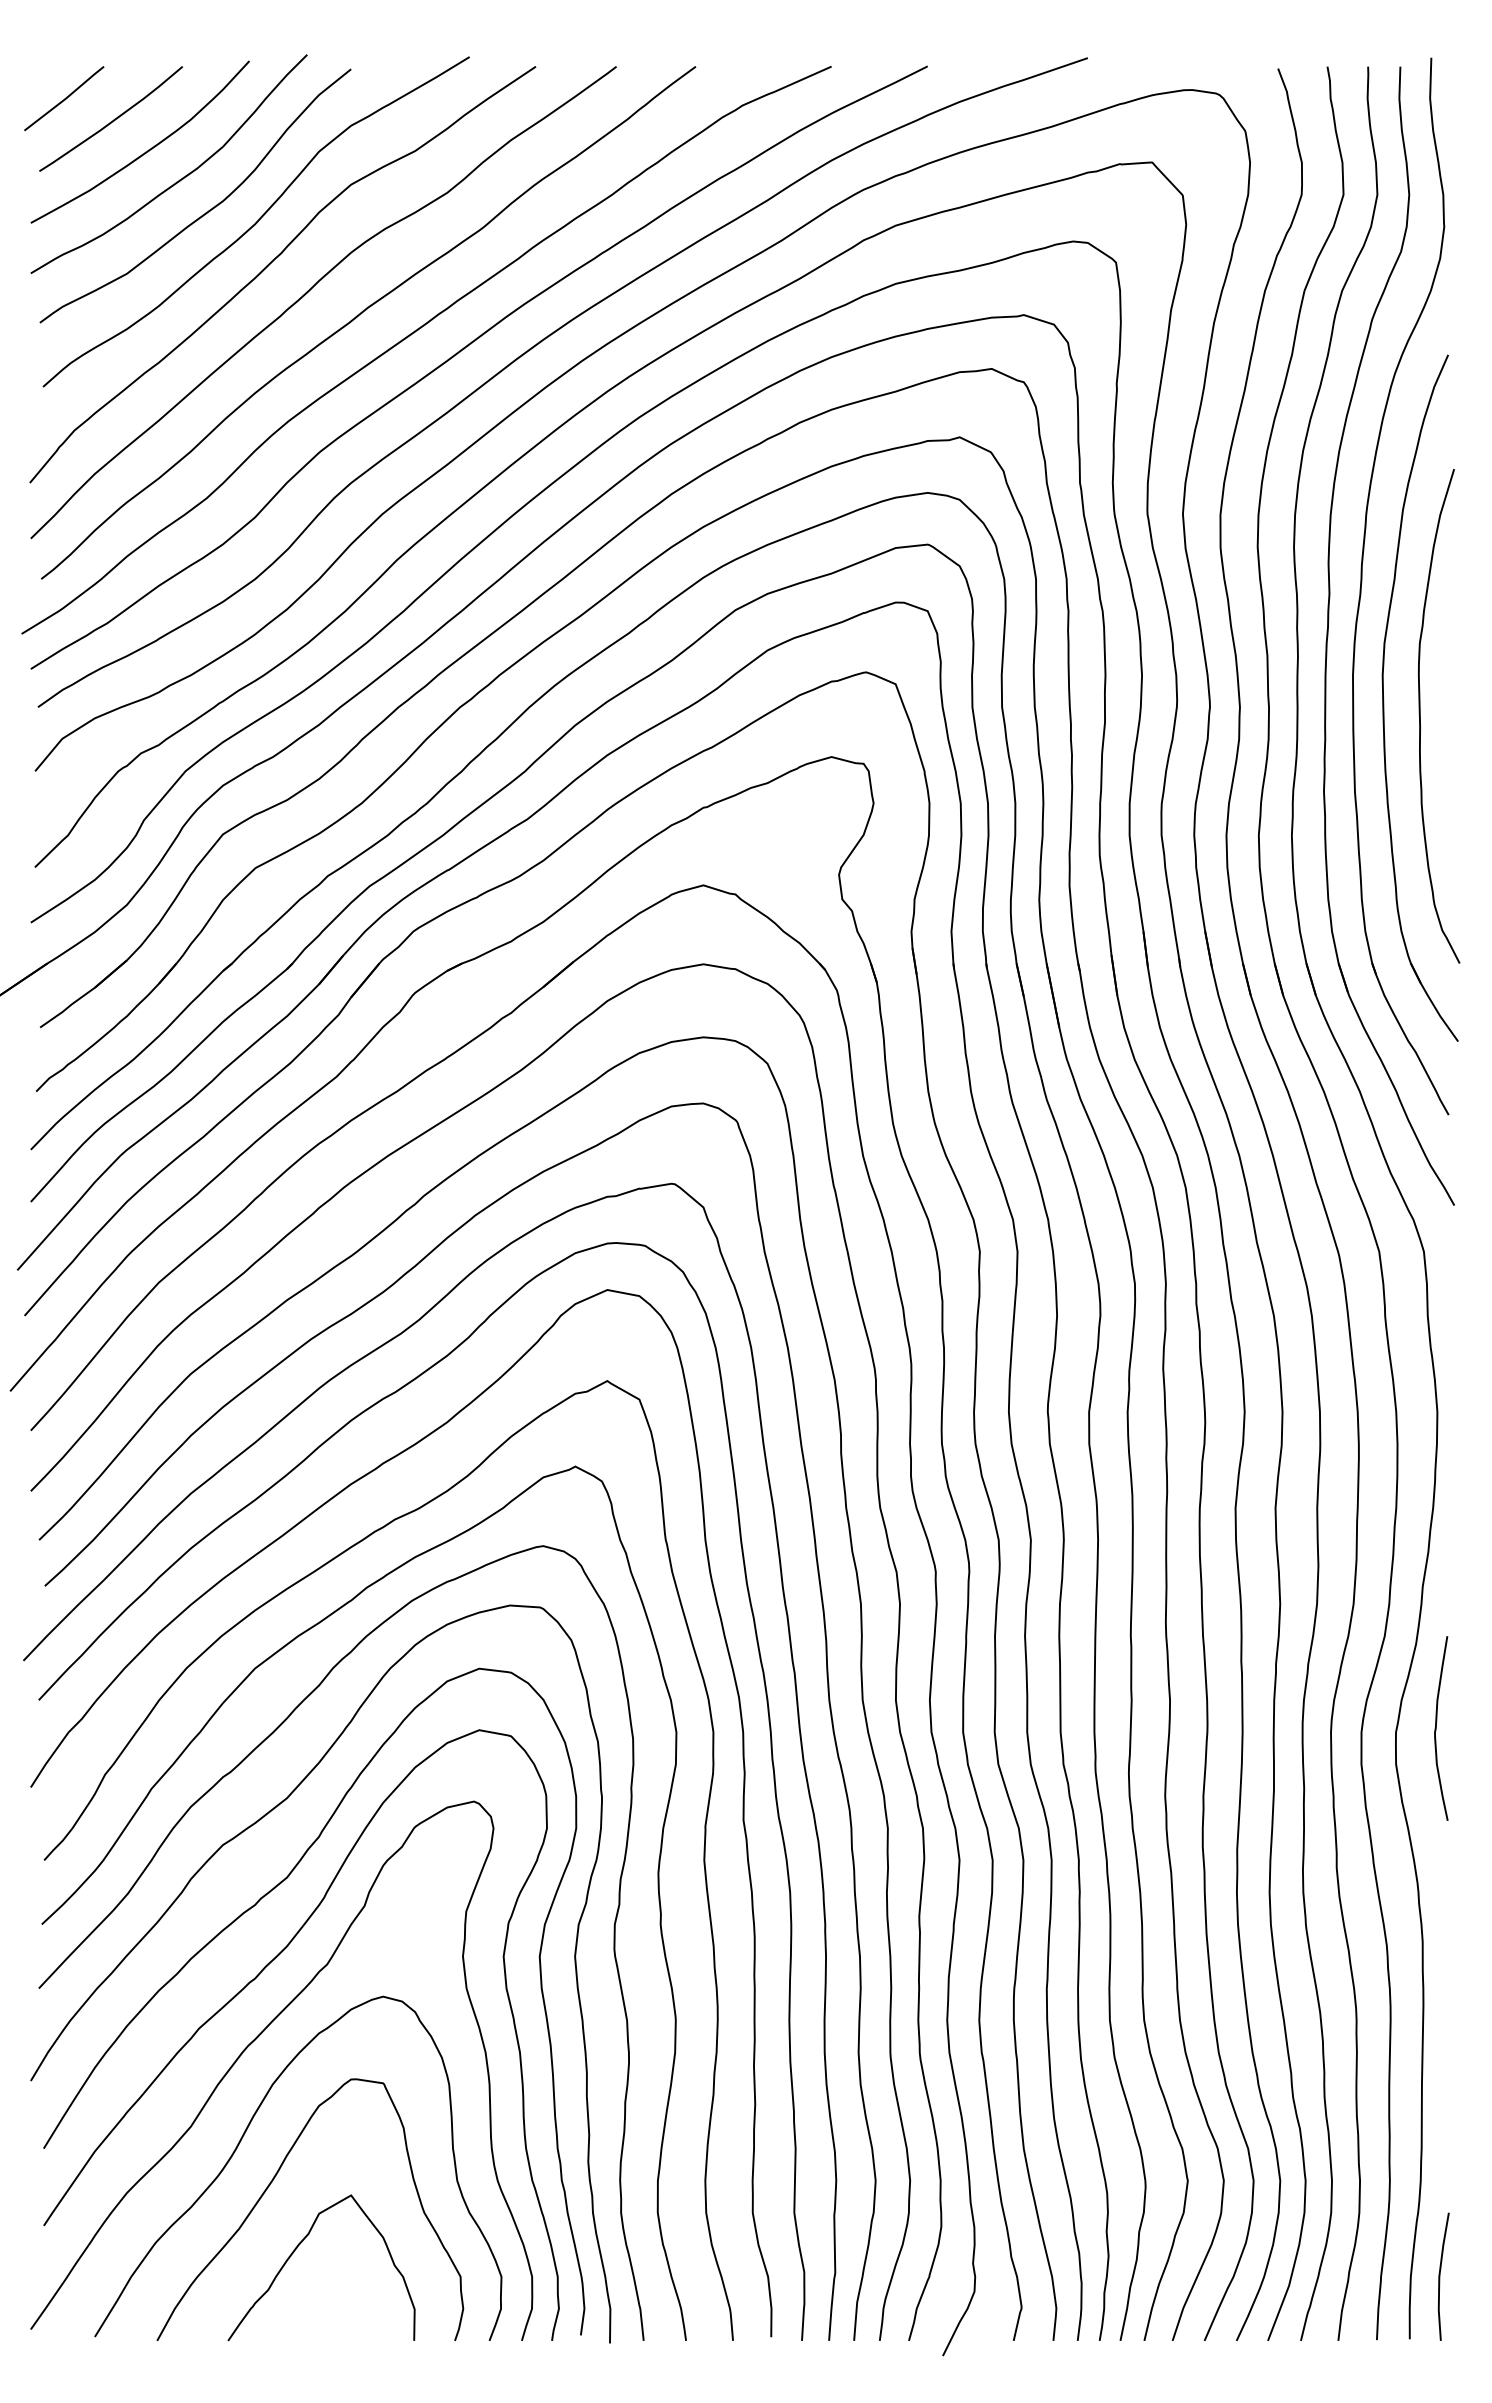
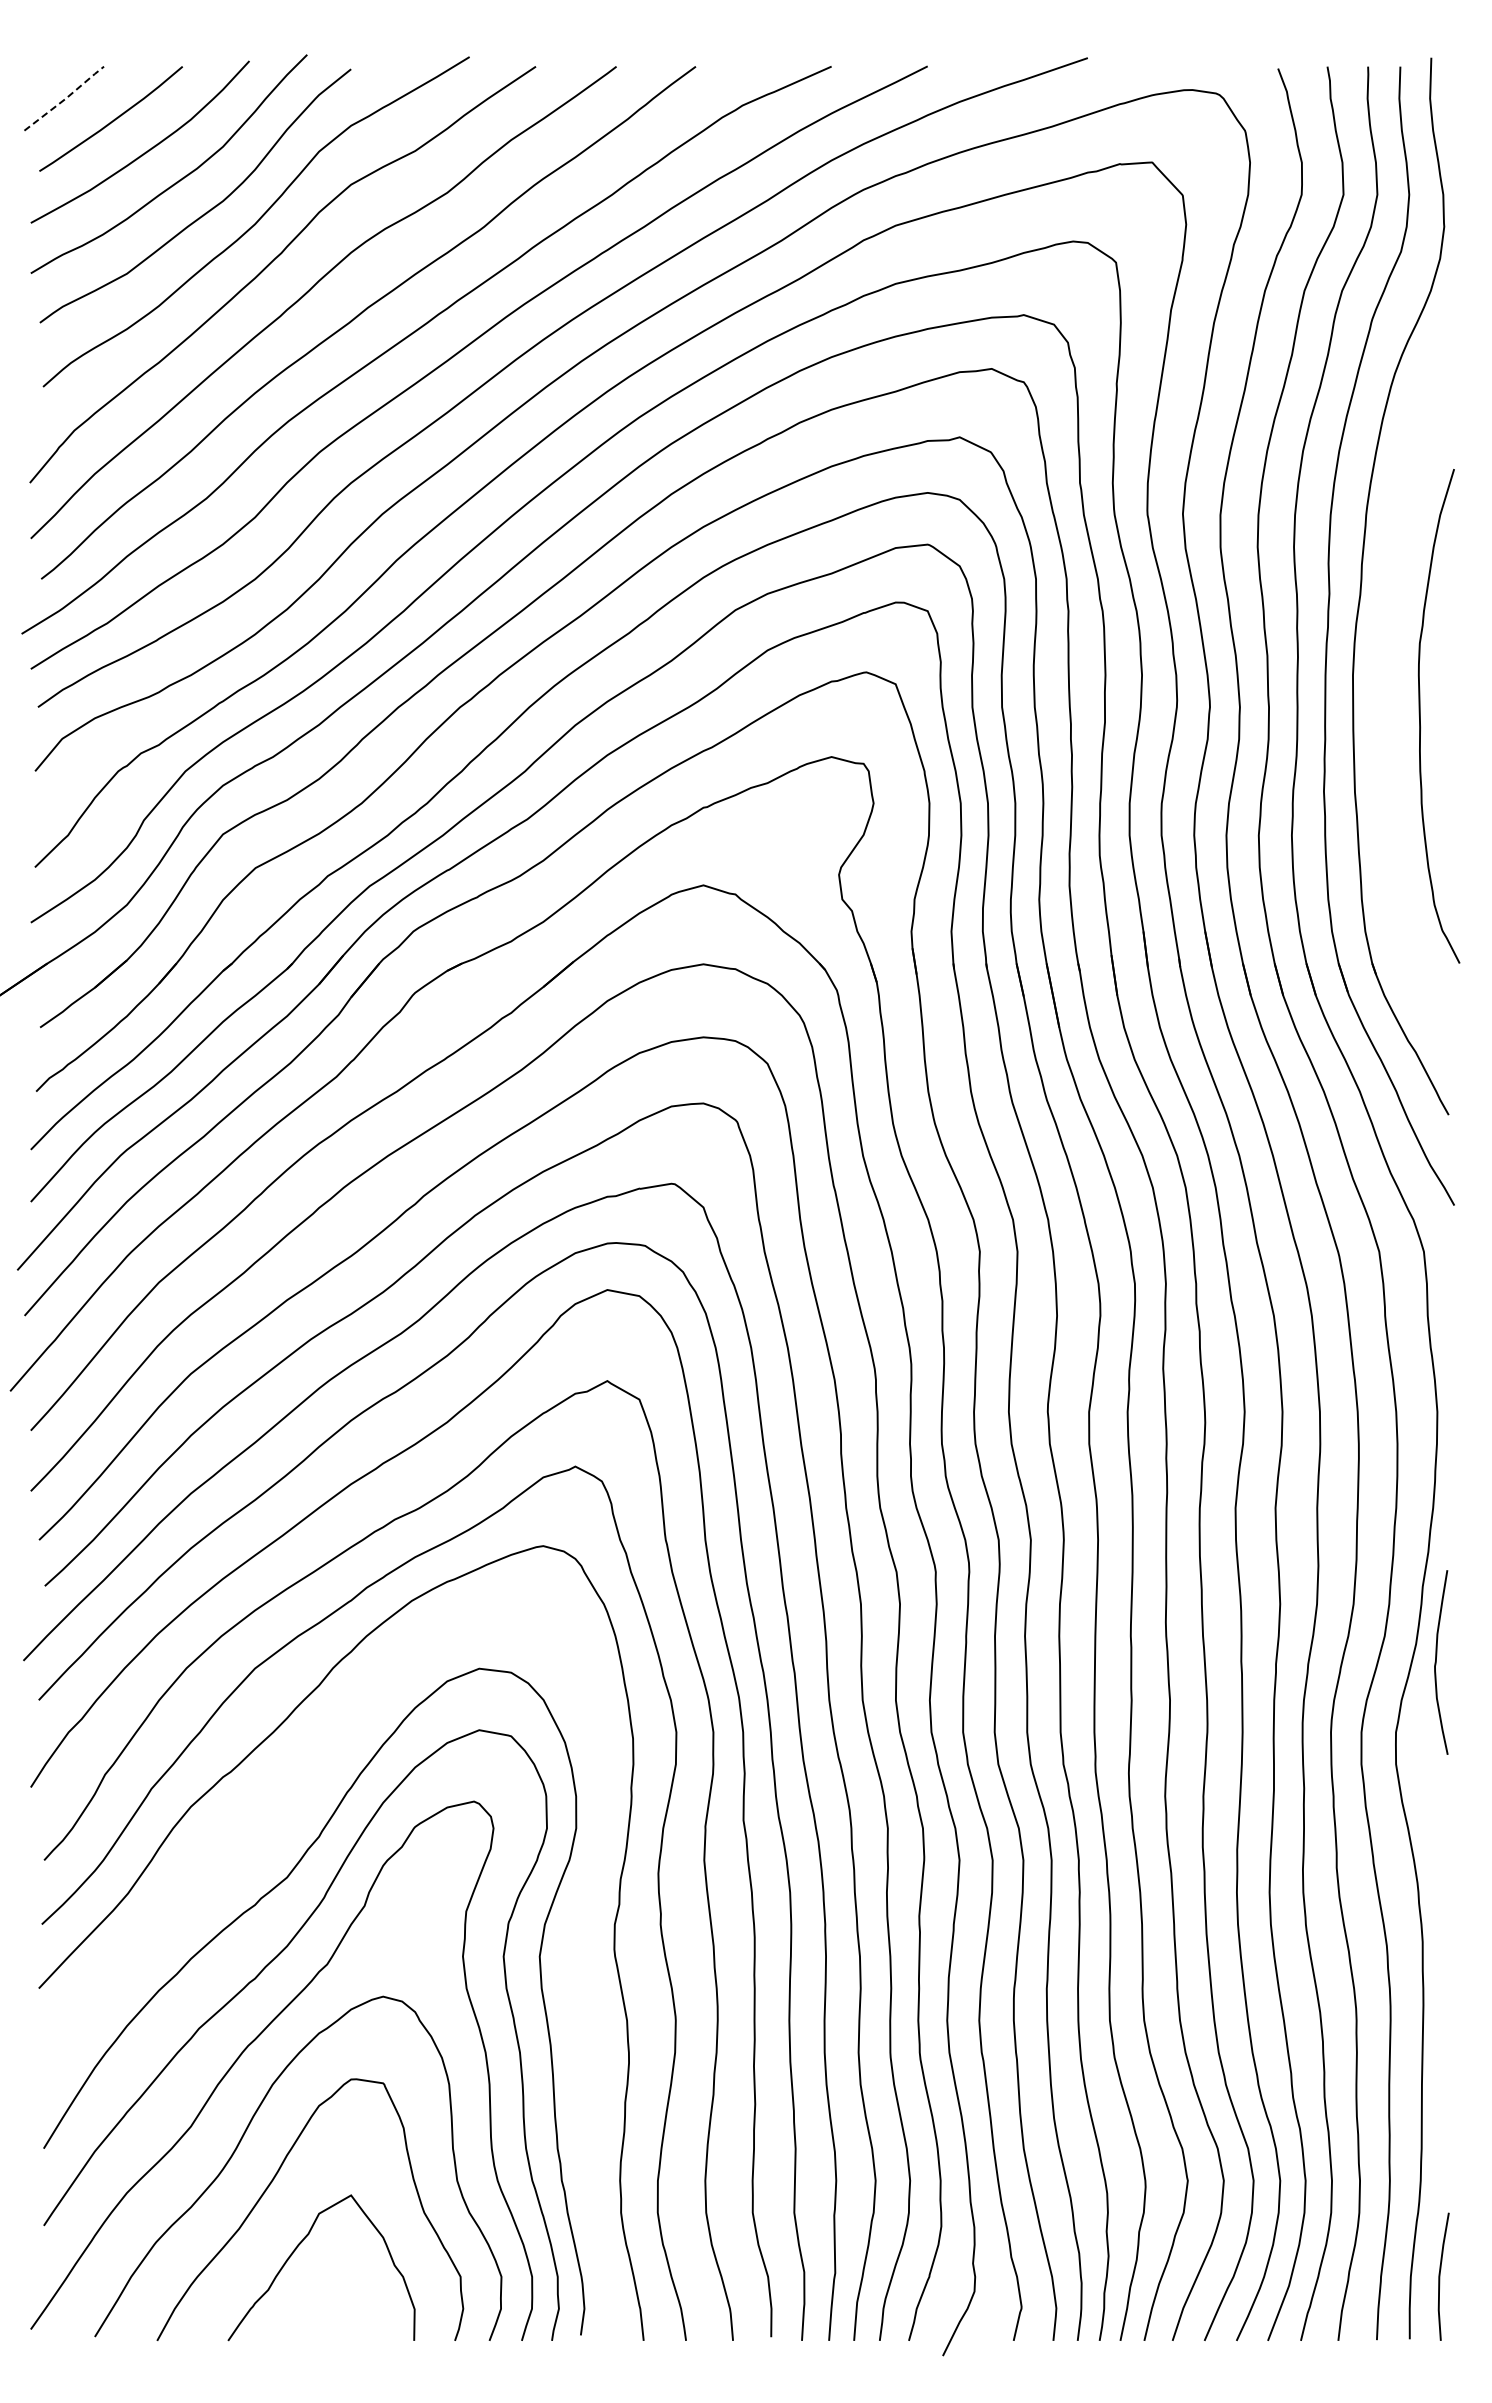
line at (65, 98): solid -> dashed
part at (1384, 700): present -> none
curve at (1436, 1728) position: (1436, 1728) -> (1436, 1662)
curve at (201, 1869): present -> none
